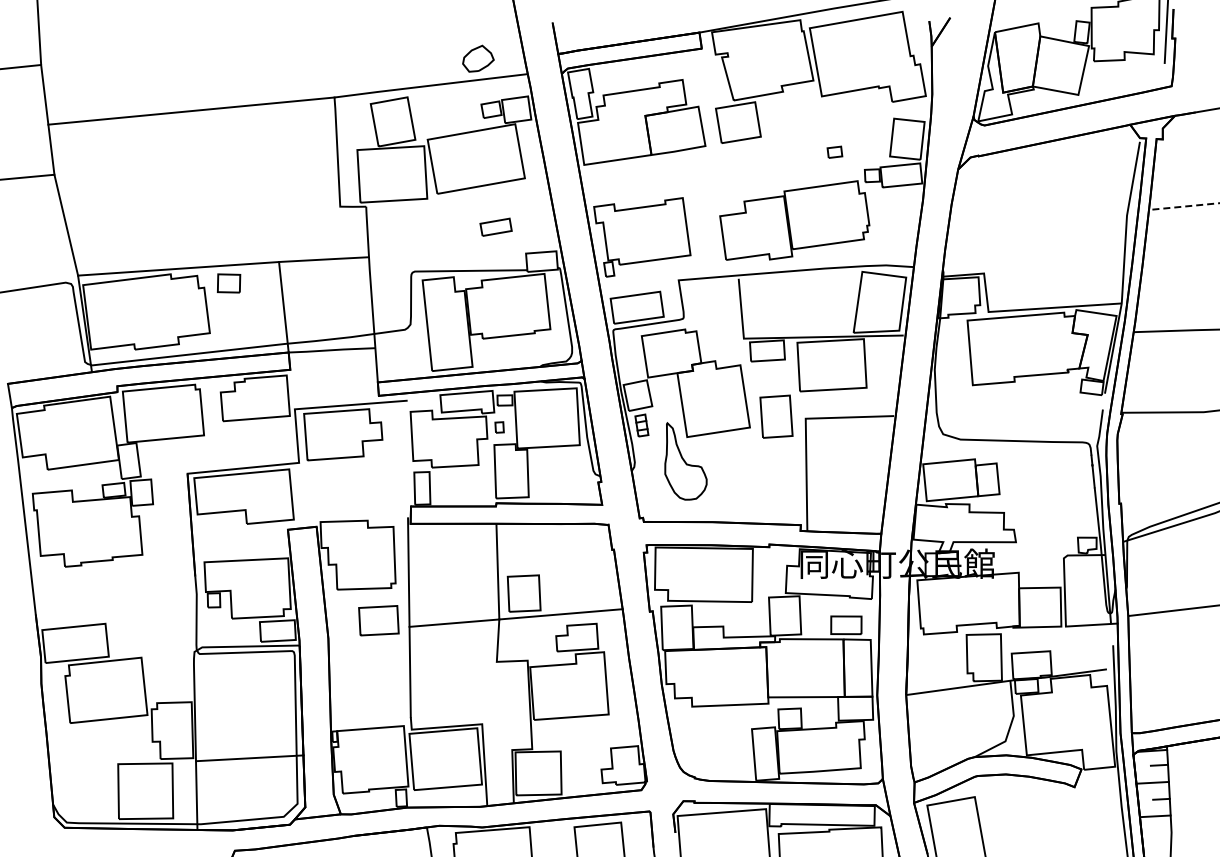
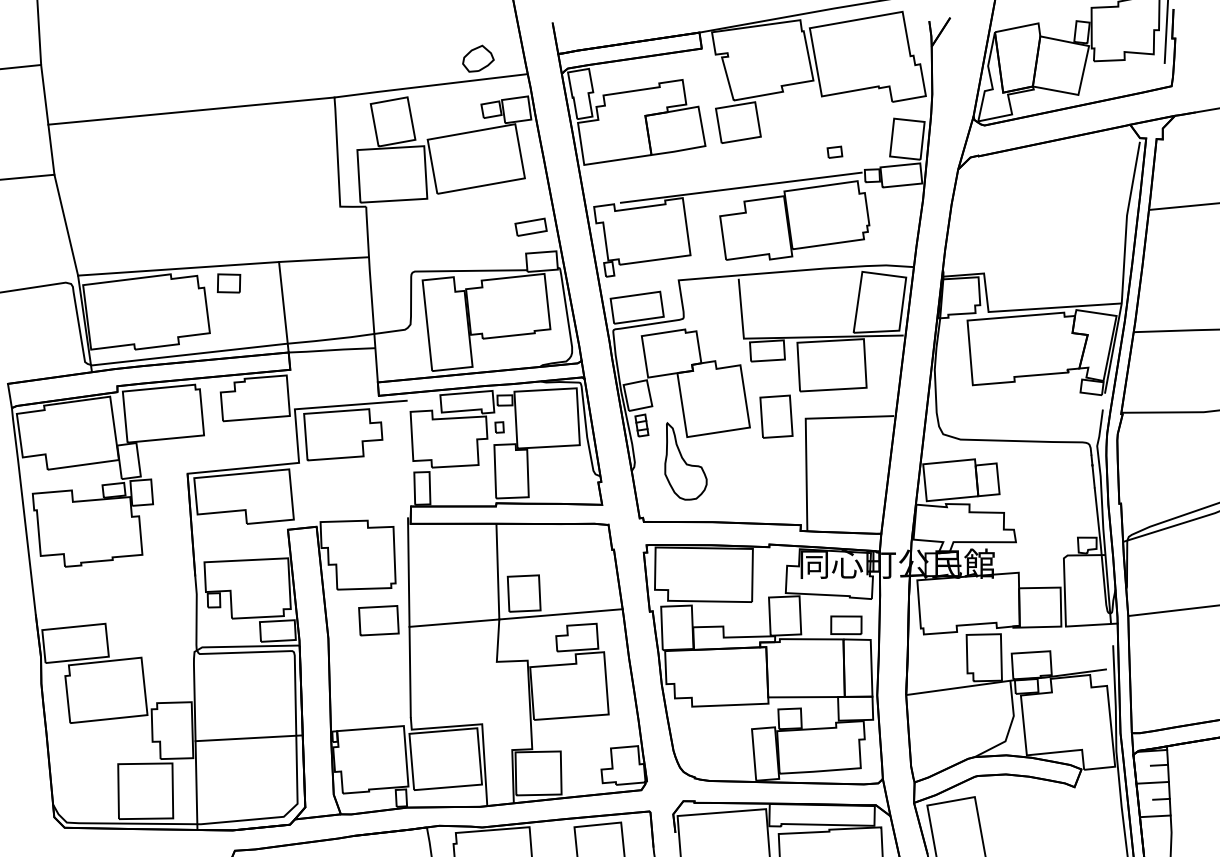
line at (740, 187): none -> present
line at (1183, 206): dashed -> solid
part at (495, 226) position: (495, 226) -> (530, 226)
line at (249, 758) position: (249, 758) -> (248, 738)
